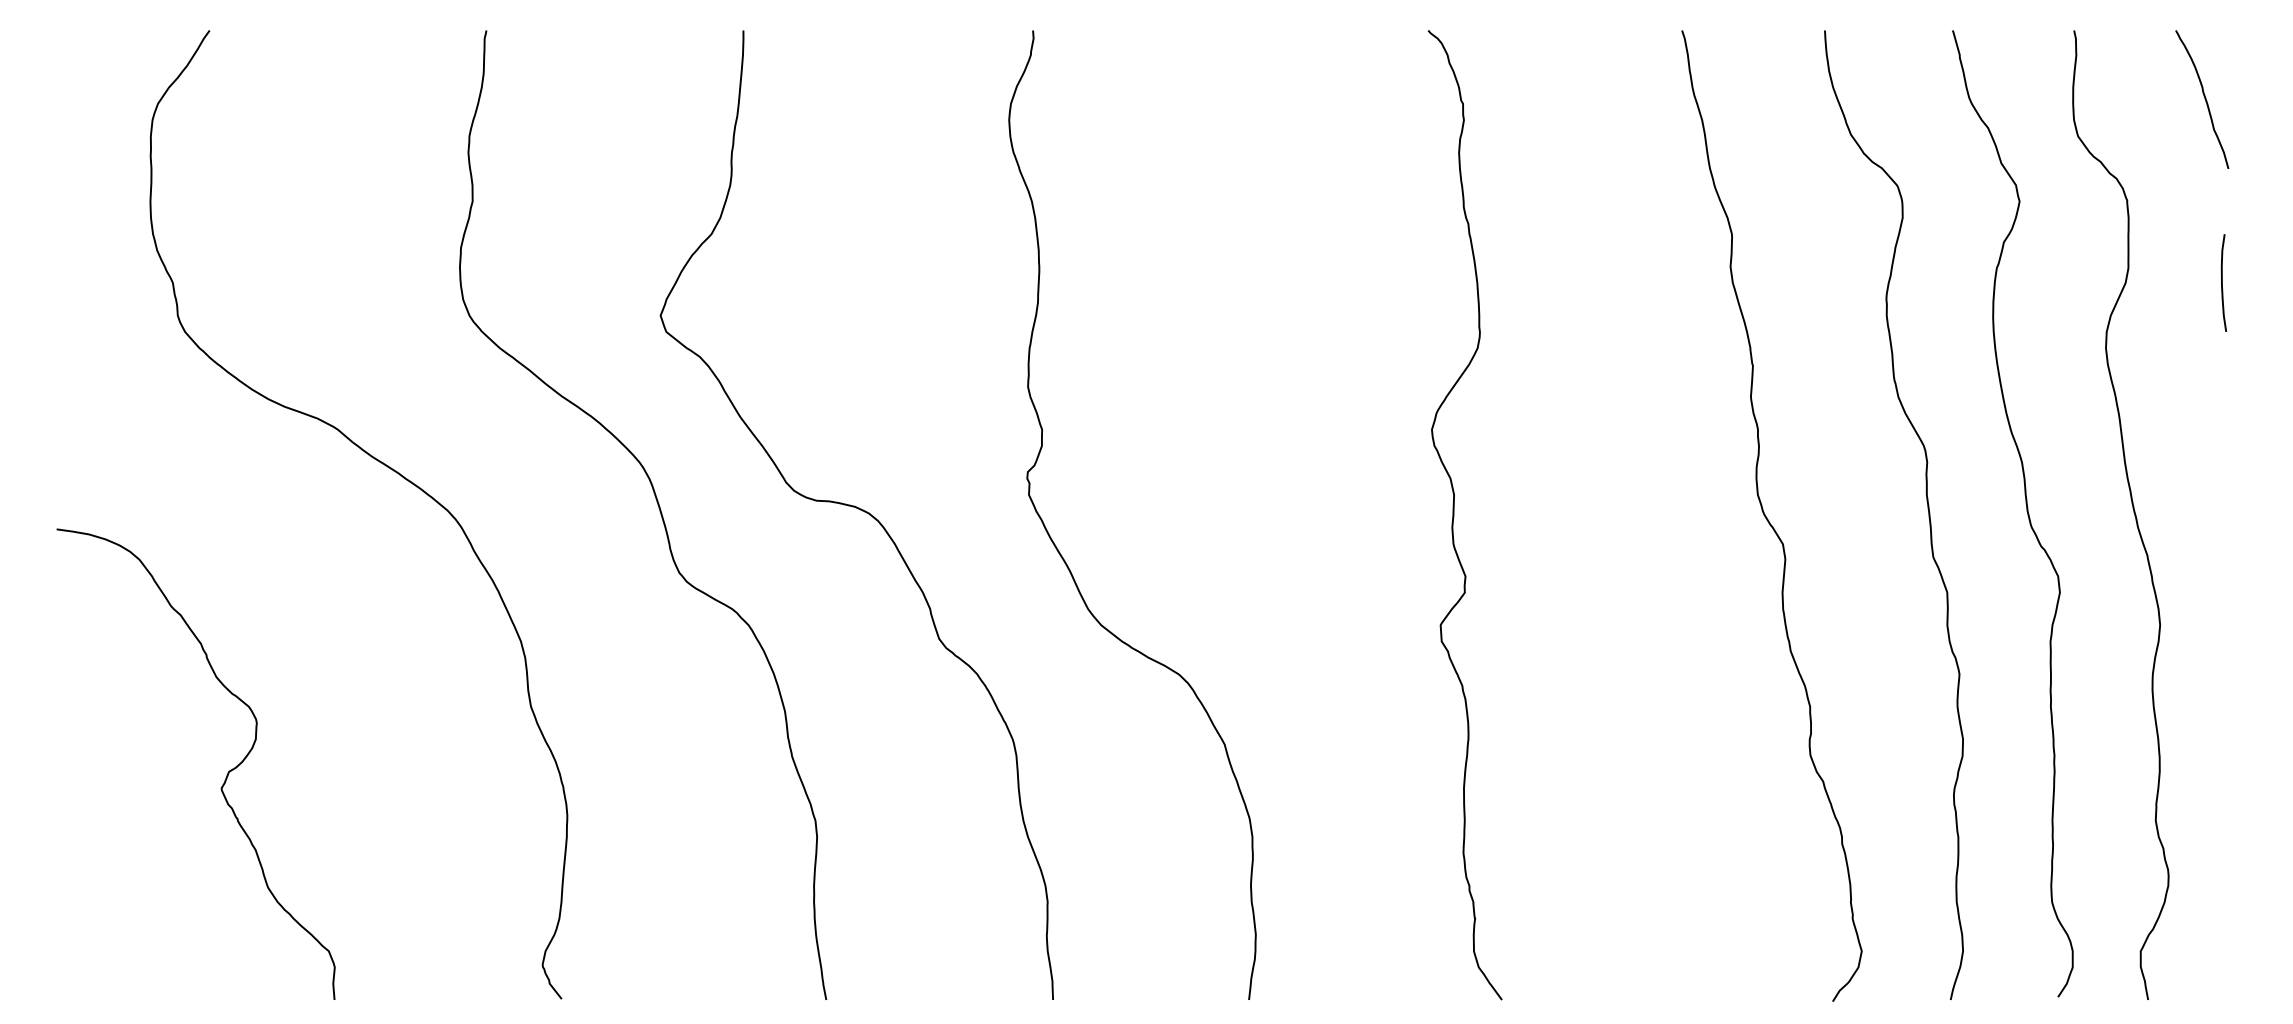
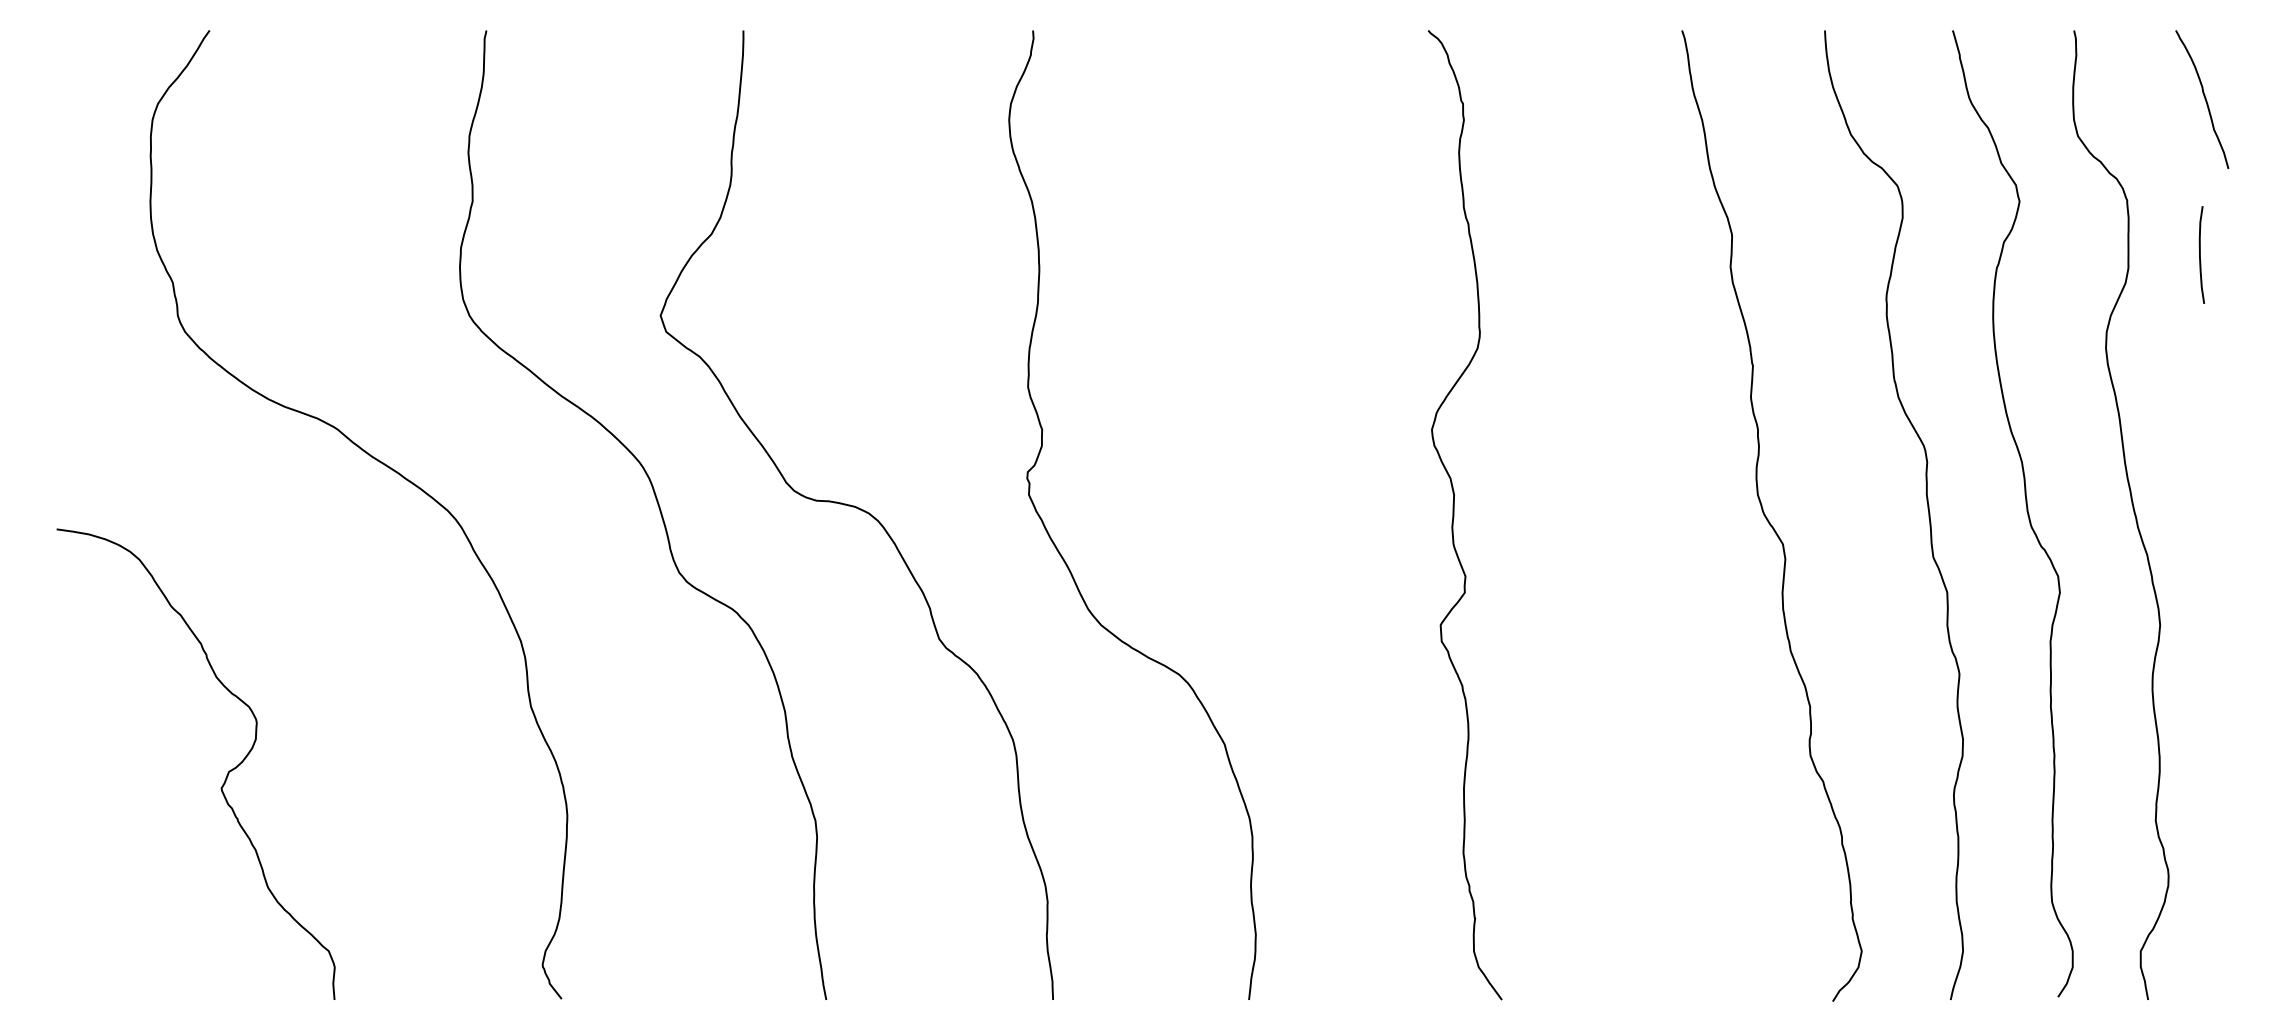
curve at (2222, 282) position: (2222, 282) -> (2200, 254)
